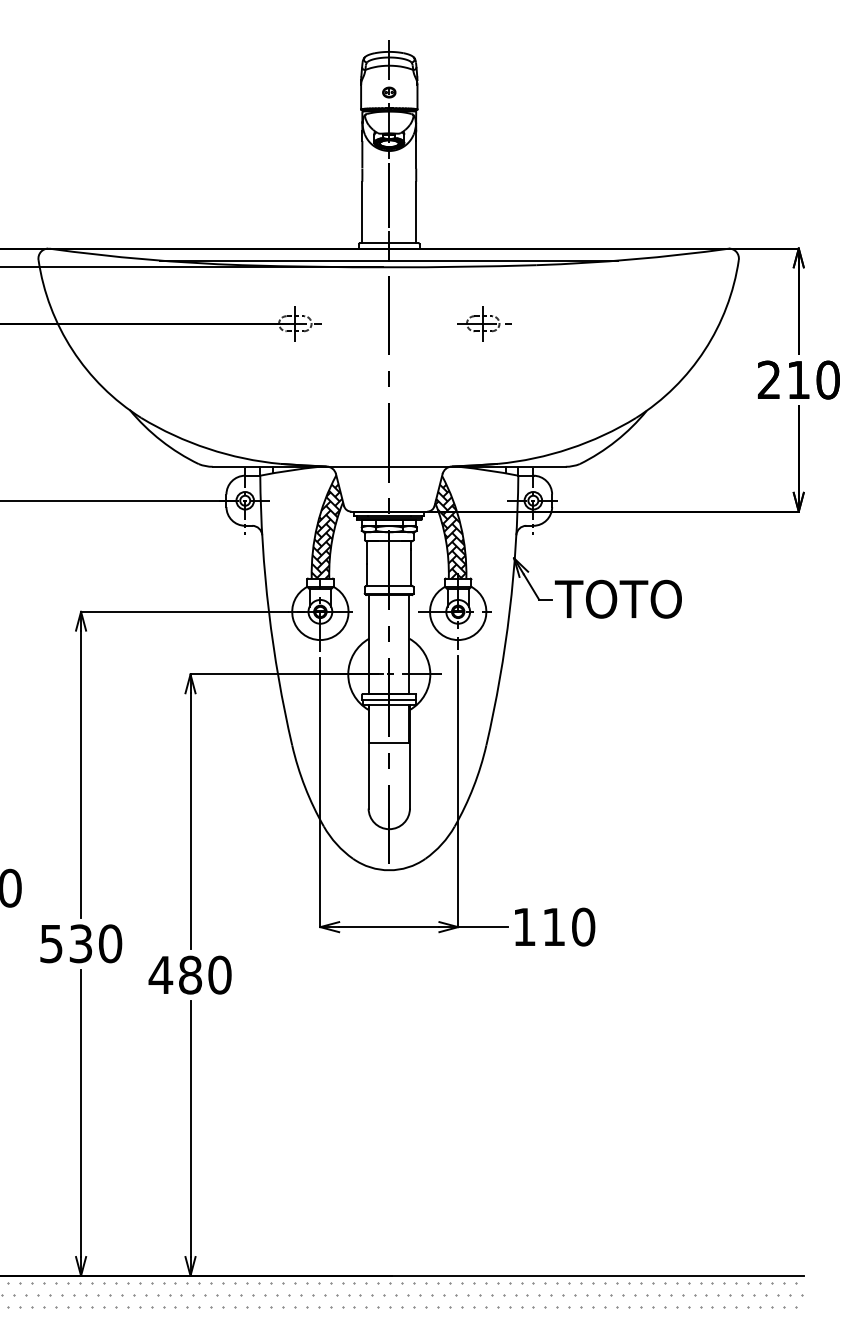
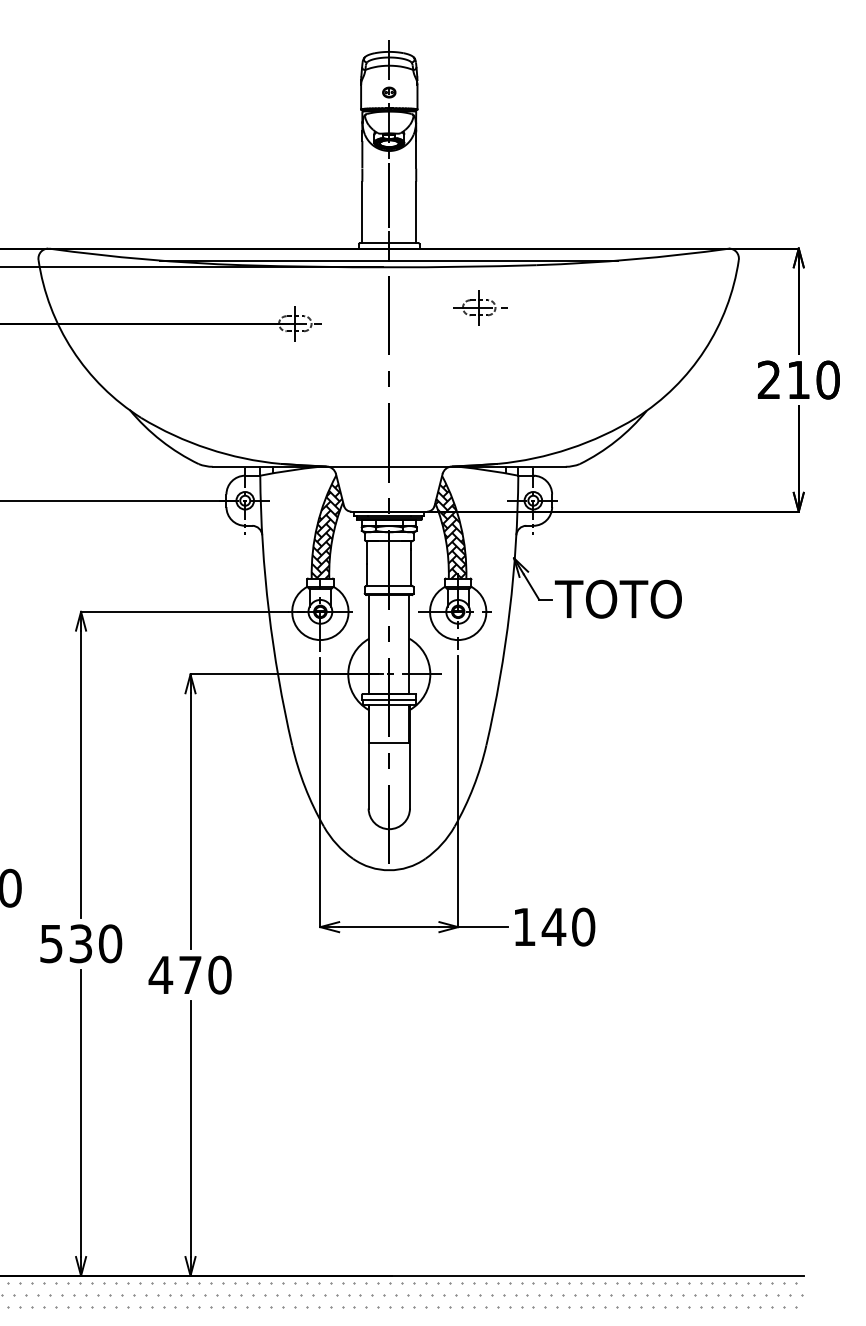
part at (484, 323) position: (484, 323) -> (480, 307)
text at (553, 926): 110 -> 140
text at (190, 974): 480 -> 470
